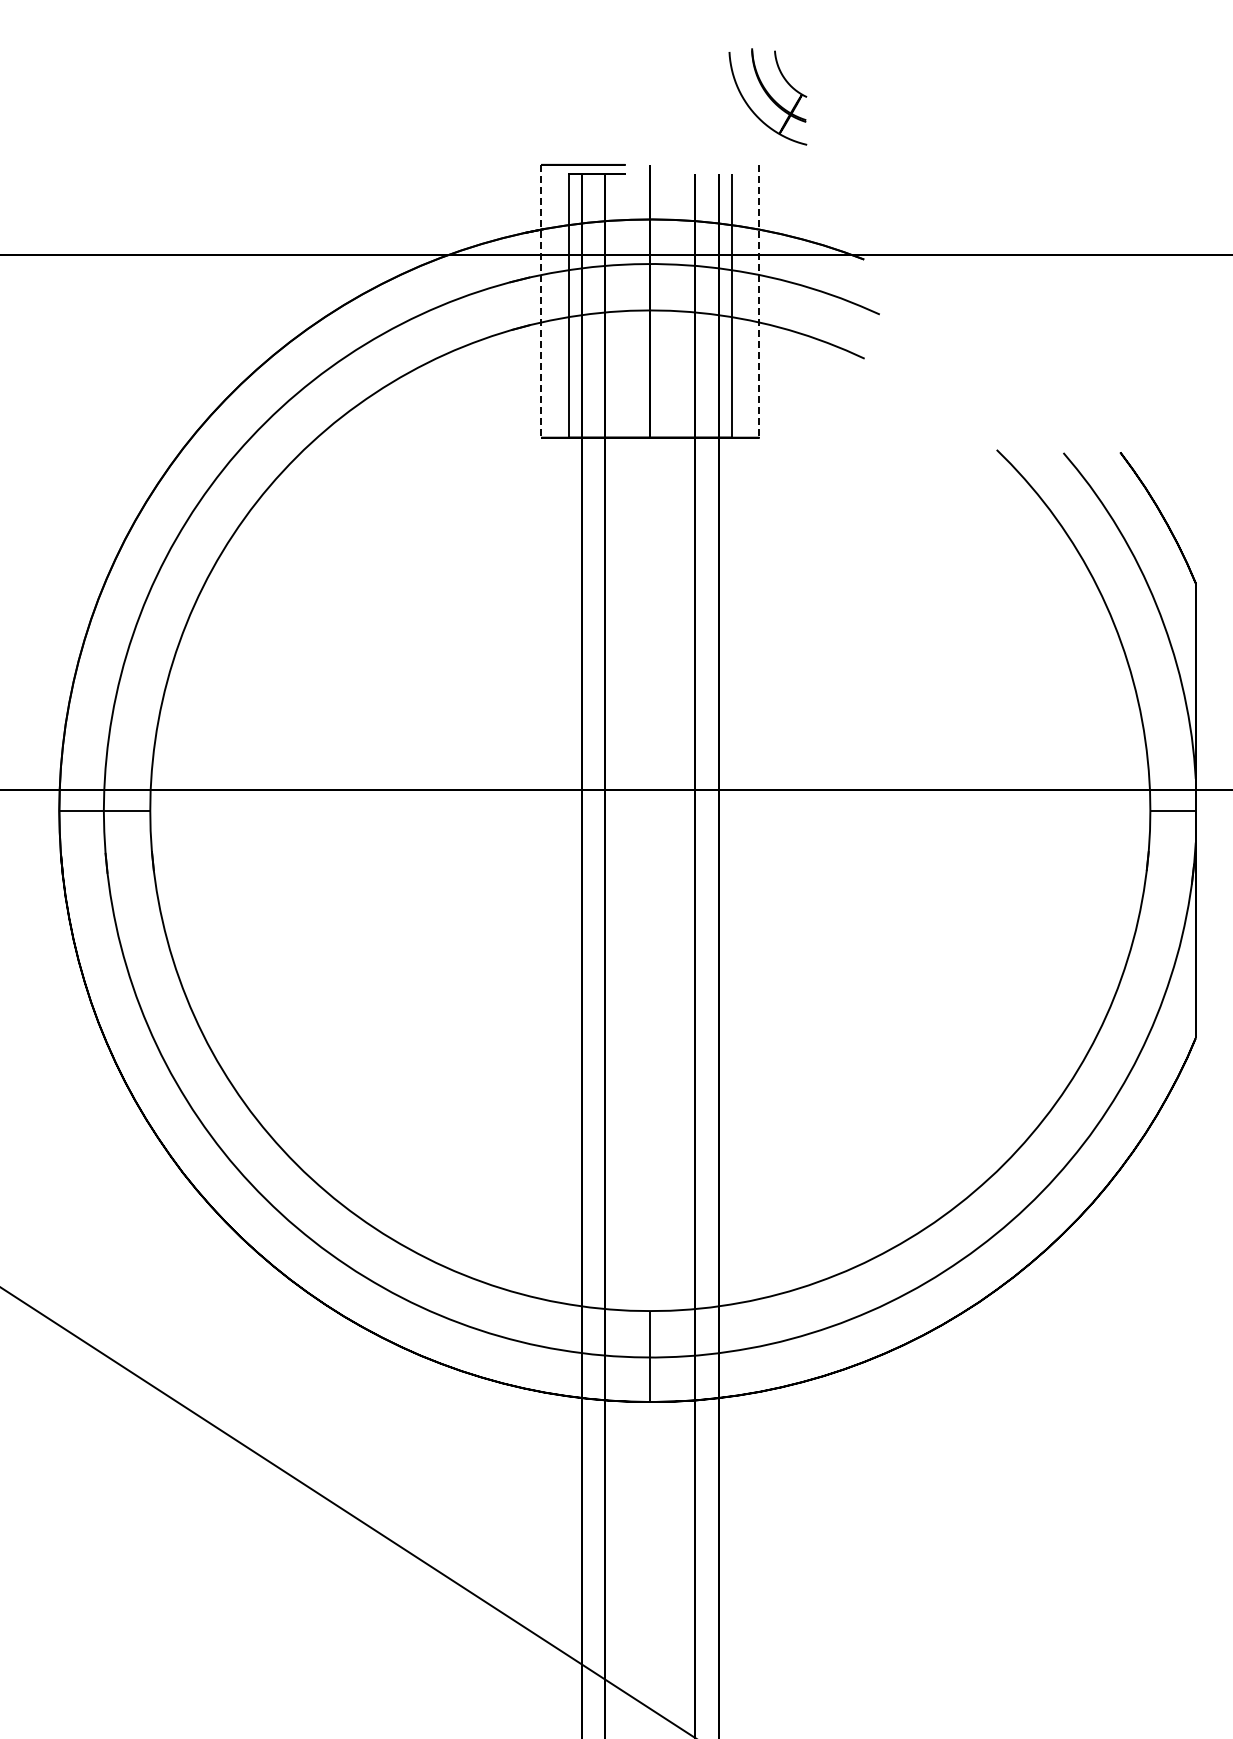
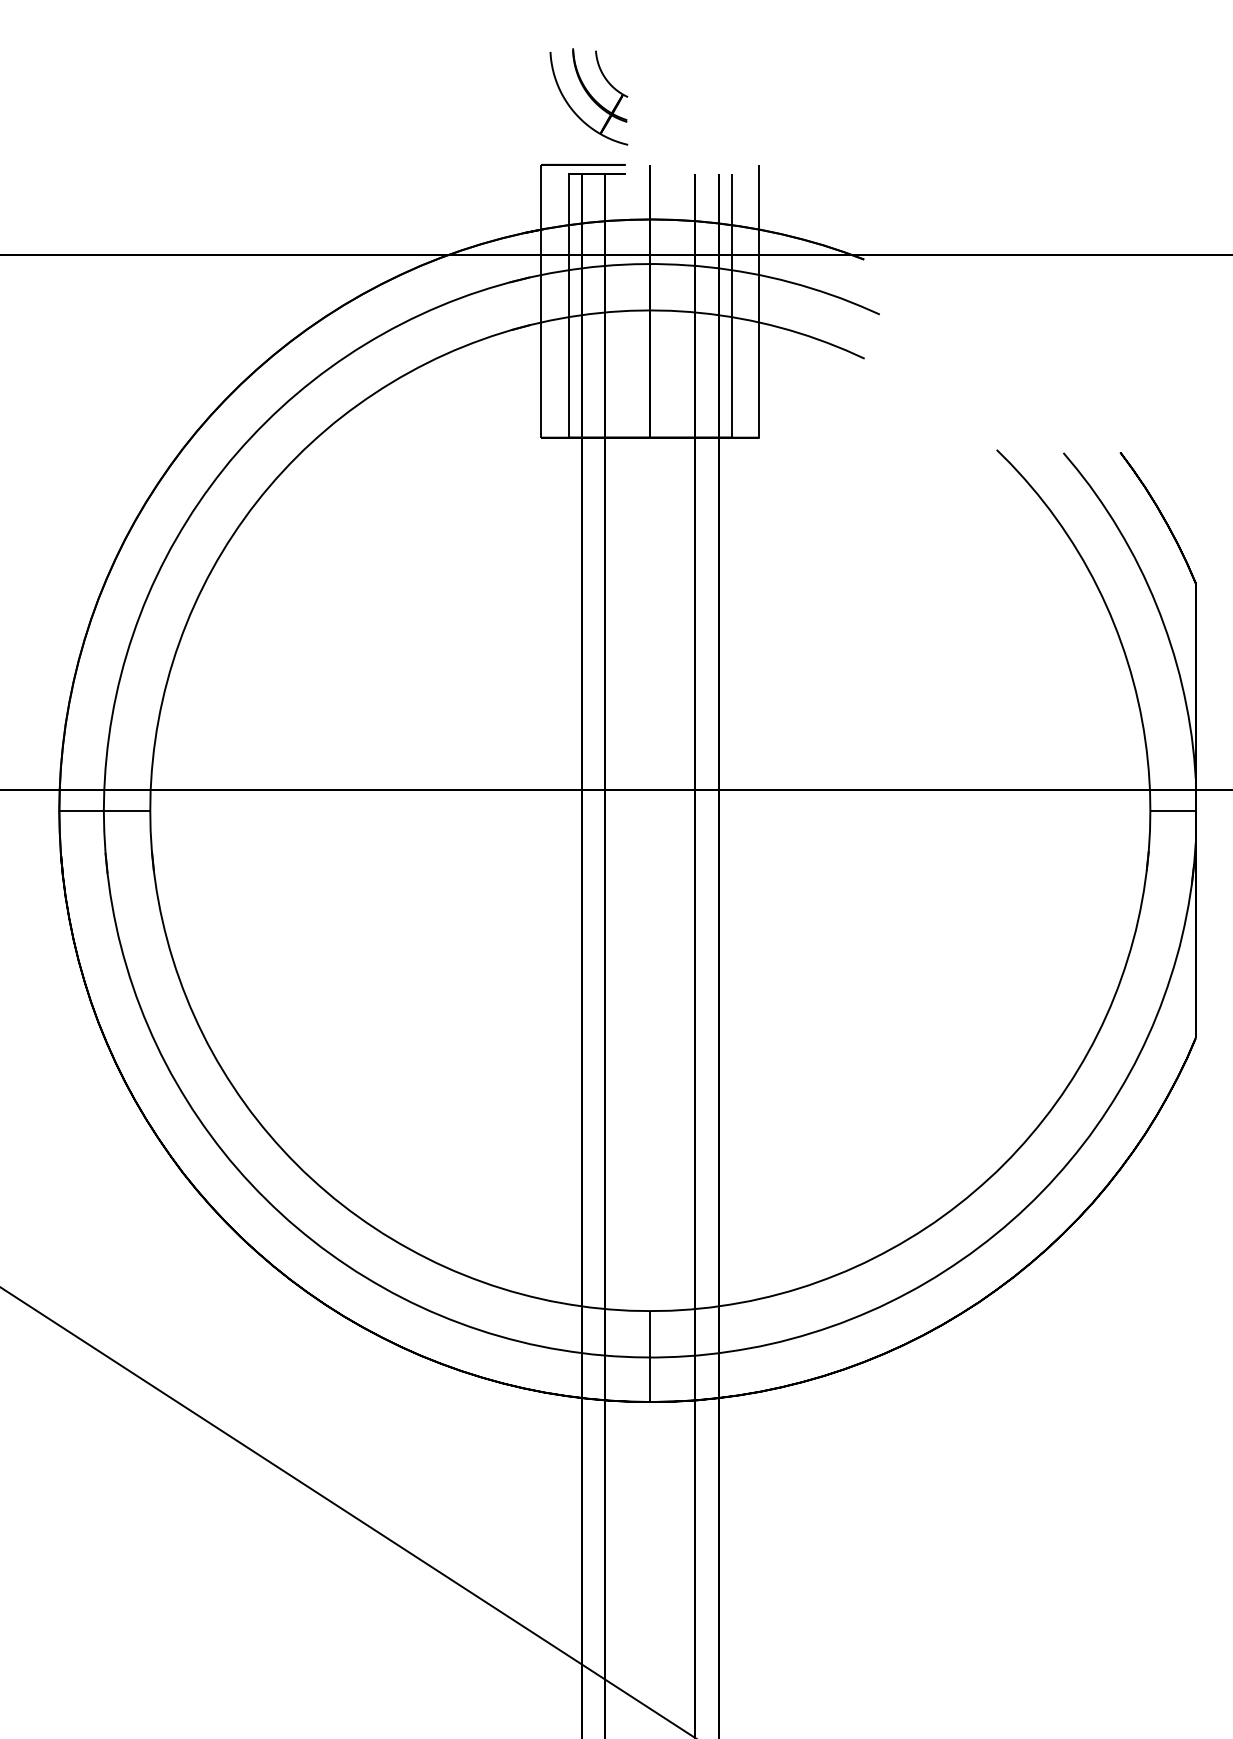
part at (767, 96) position: (767, 96) -> (588, 96)
line at (541, 301): dashed -> solid
line at (759, 301): dashed -> solid
